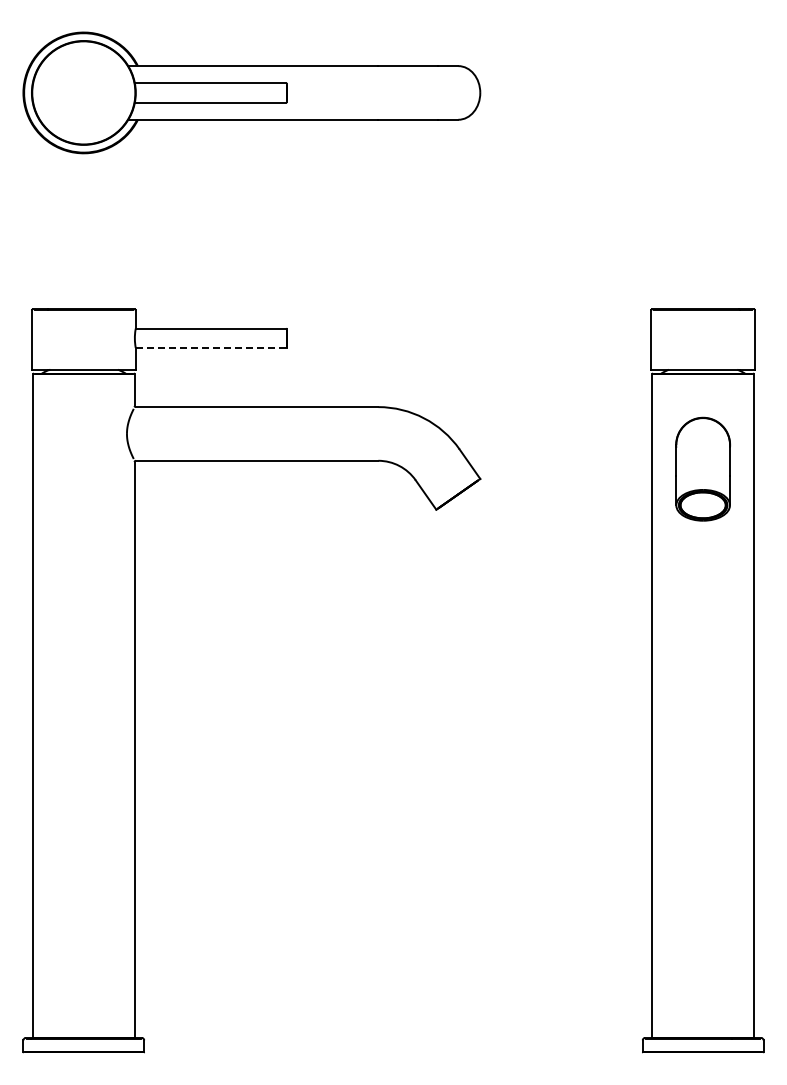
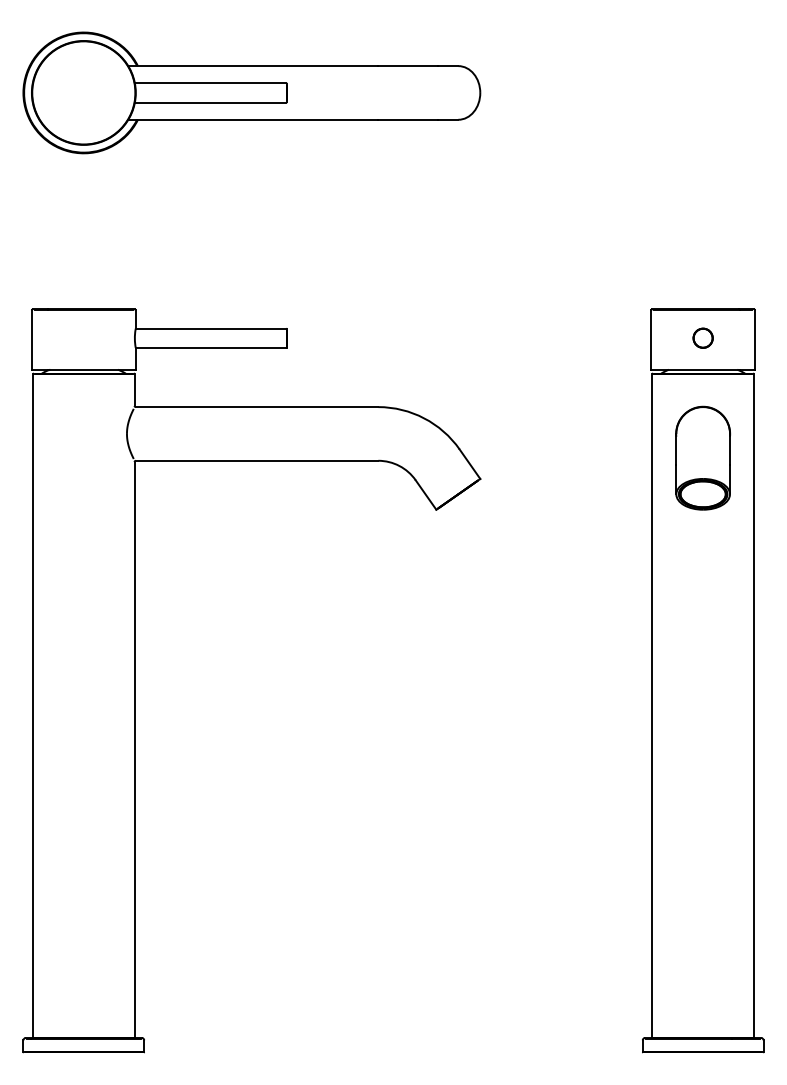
circle at (702, 337): none -> present
line at (210, 347): dashed -> solid
part at (702, 468) position: (702, 468) -> (702, 457)
